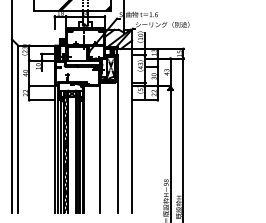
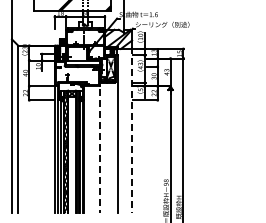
line at (132, 130): solid -> dashed
line at (99, 140): solid -> dashed
